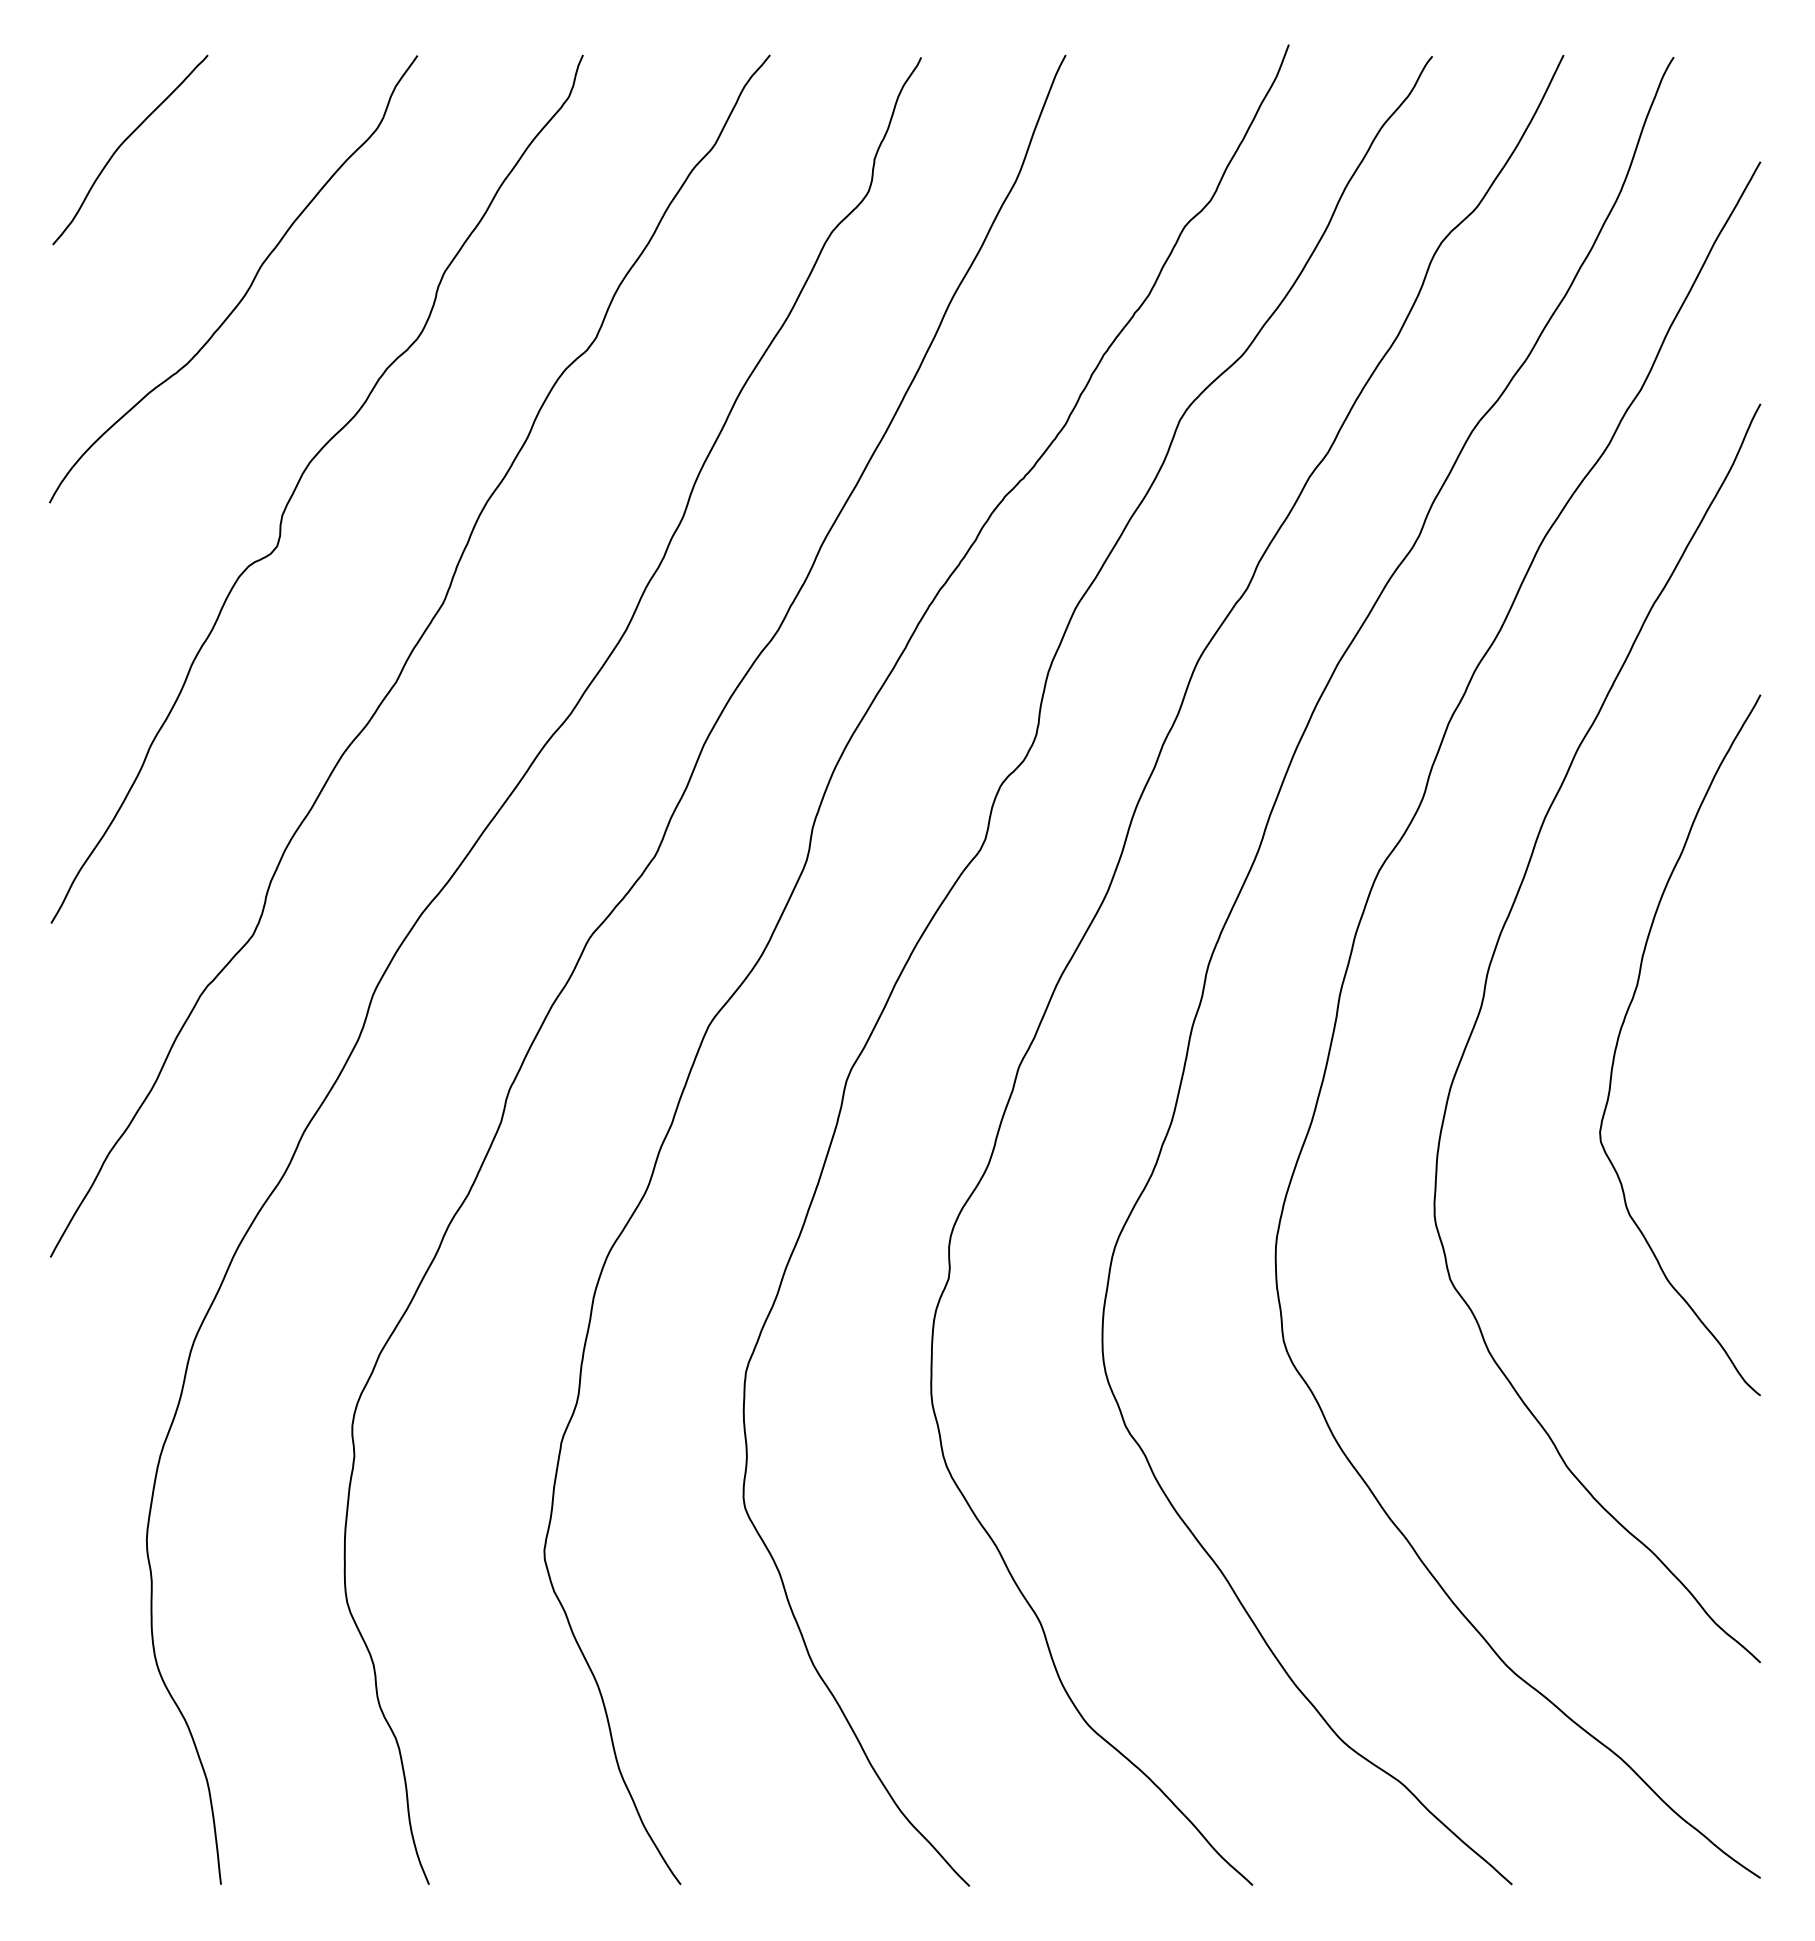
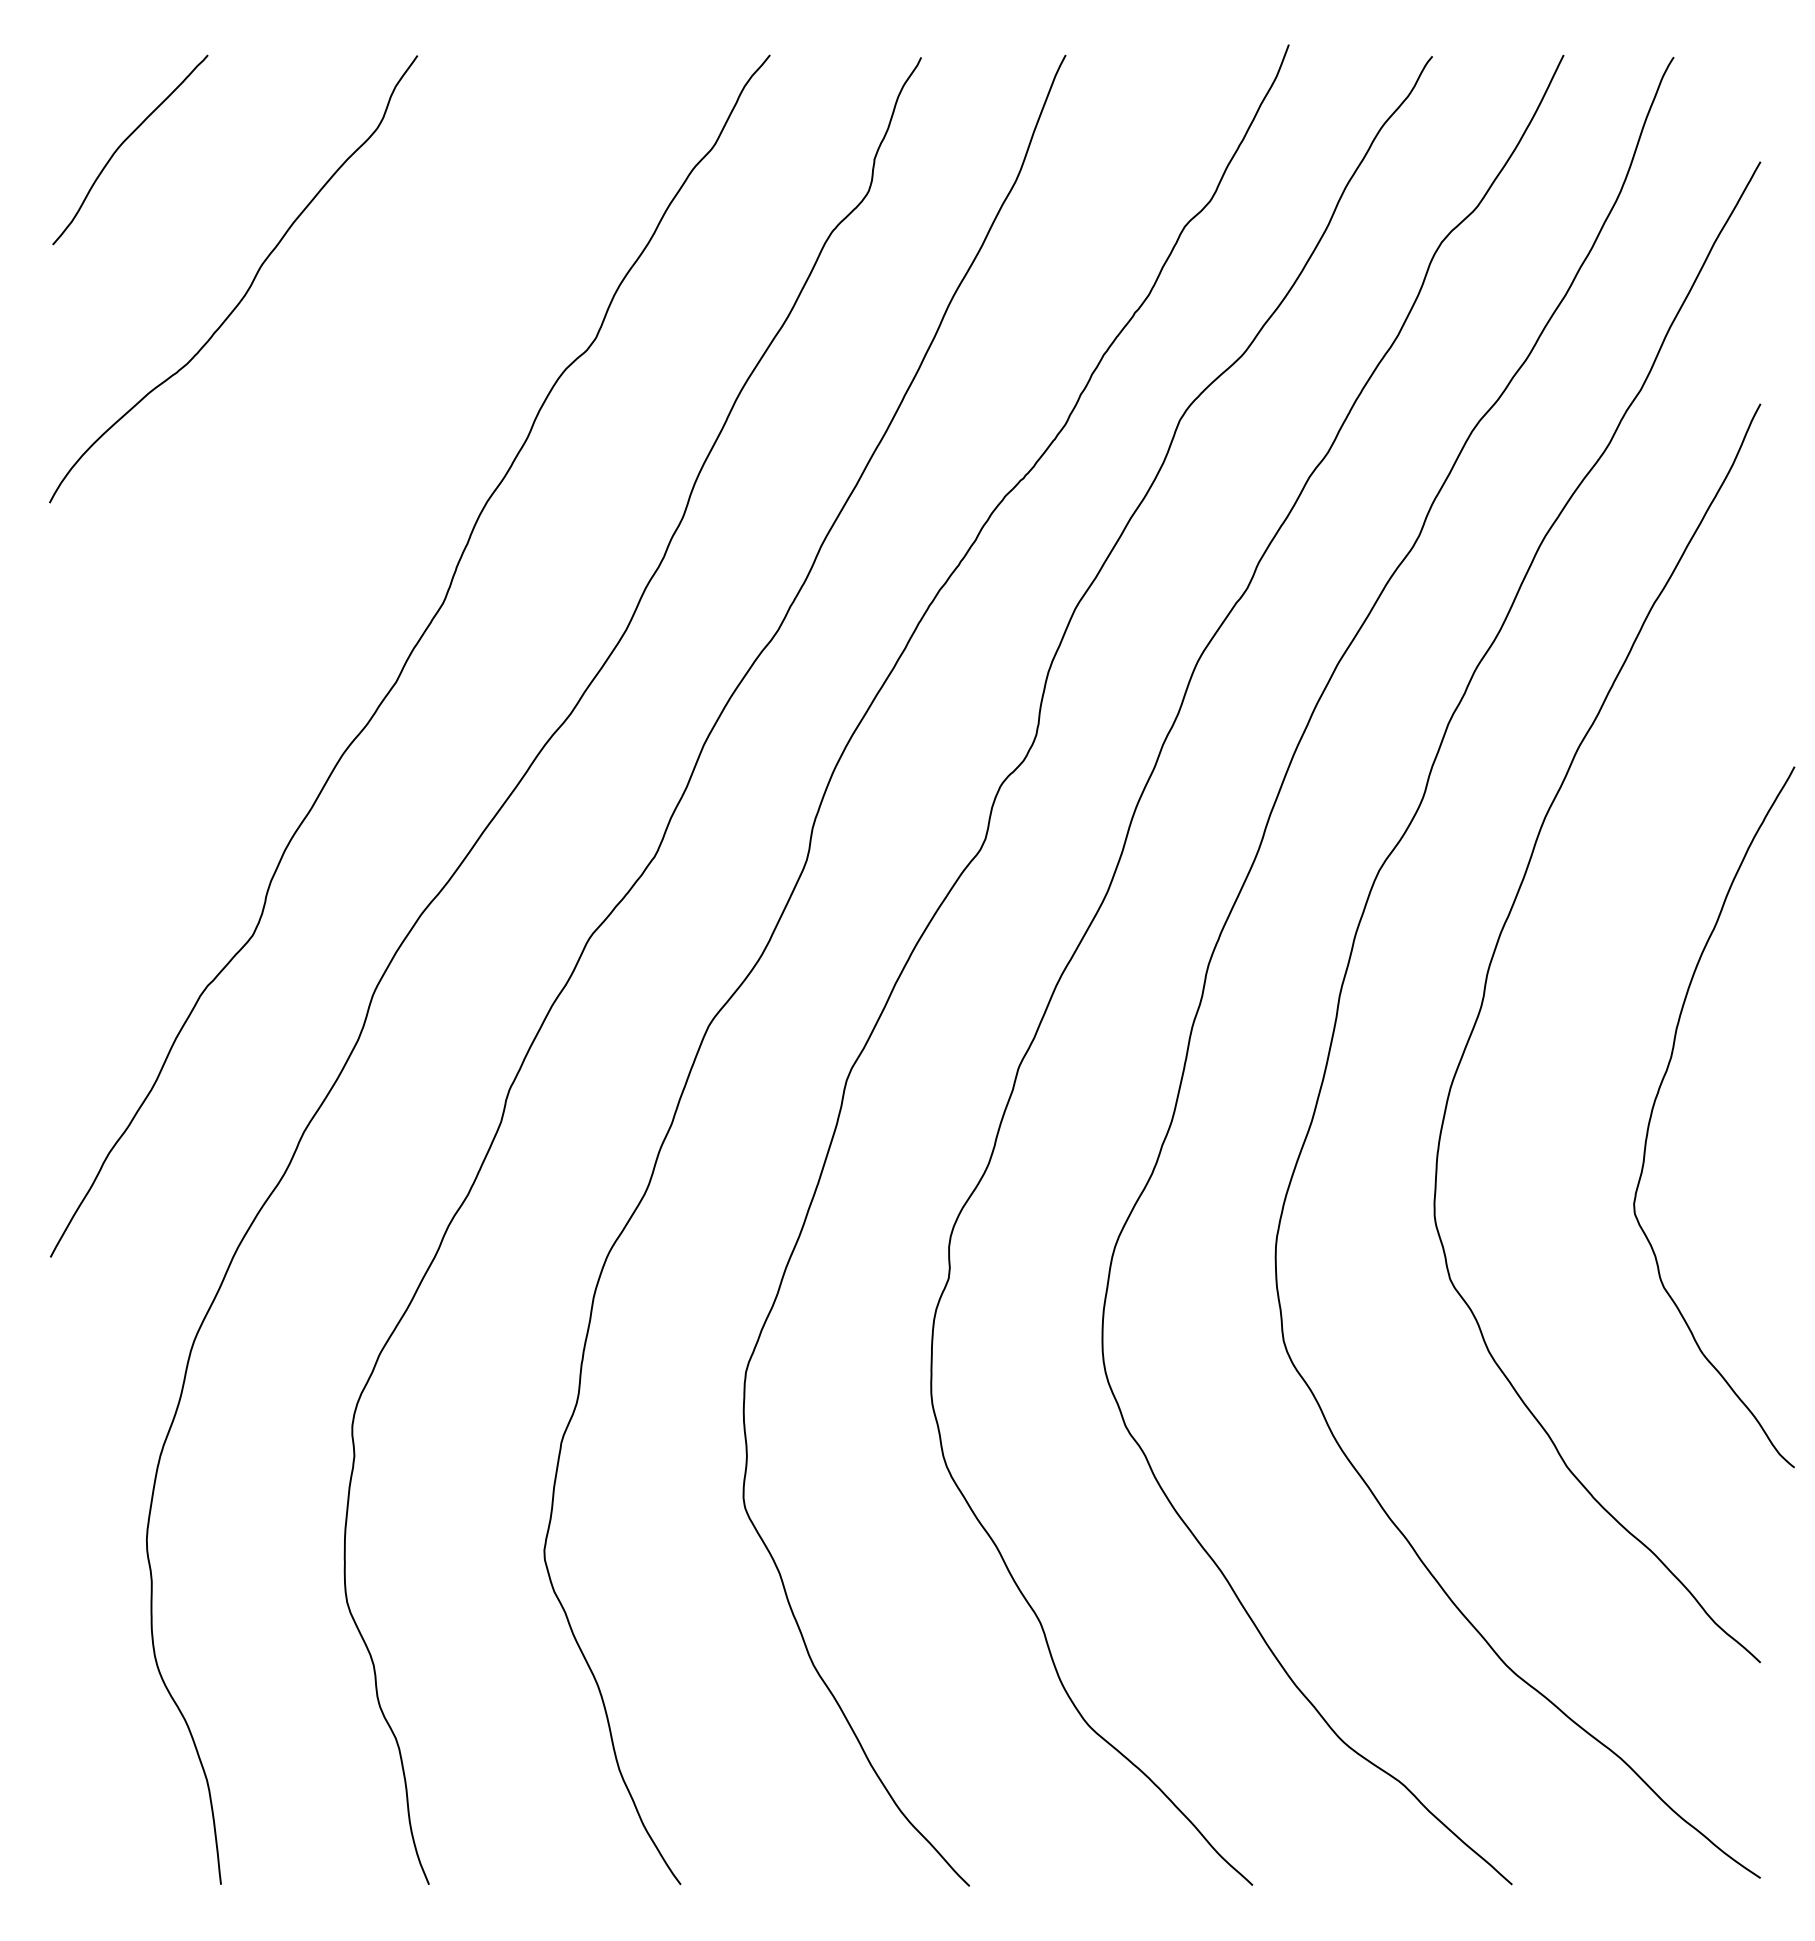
curve at (300, 480): present -> none
curve at (1623, 1025) position: (1623, 1025) -> (1657, 1097)
